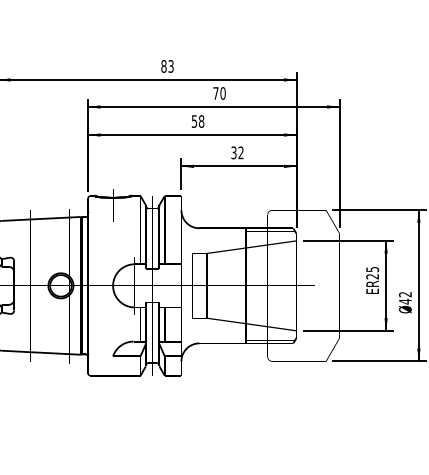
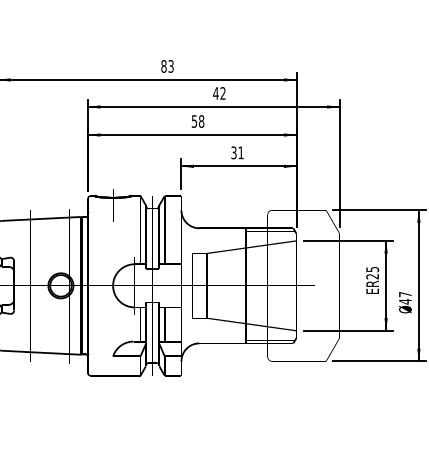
text at (219, 93): 70 -> 42
text at (240, 152): 32 -> 31
text at (405, 294): 42 -> 47
